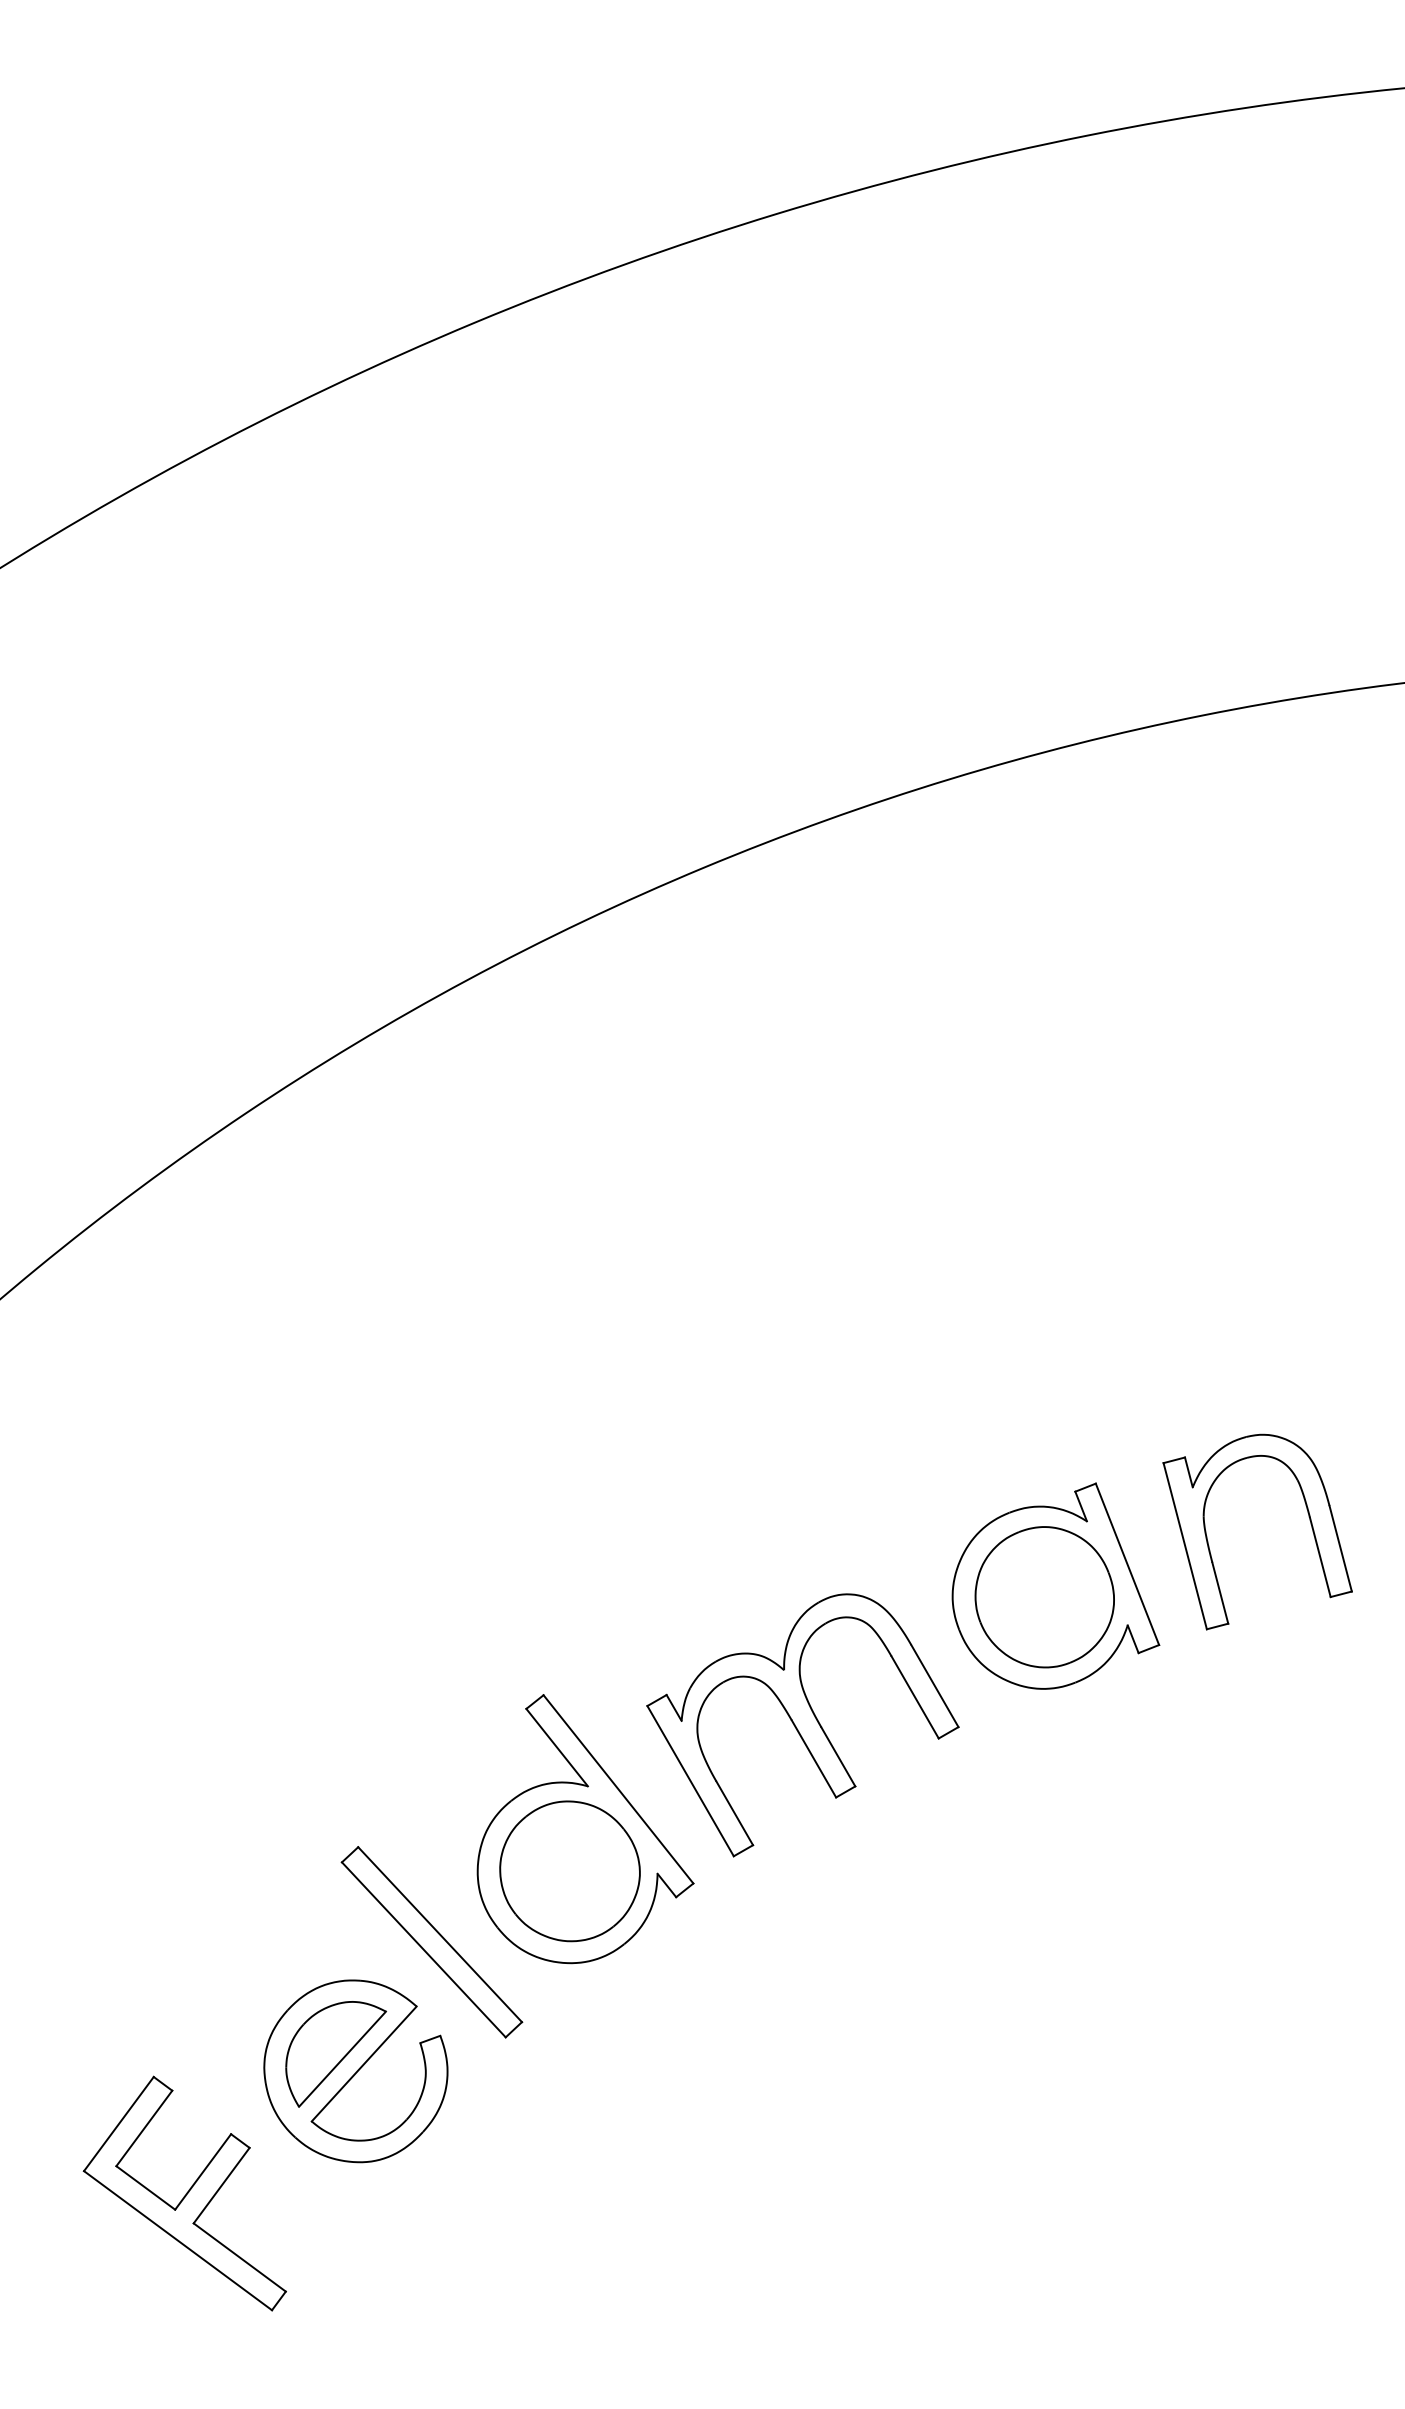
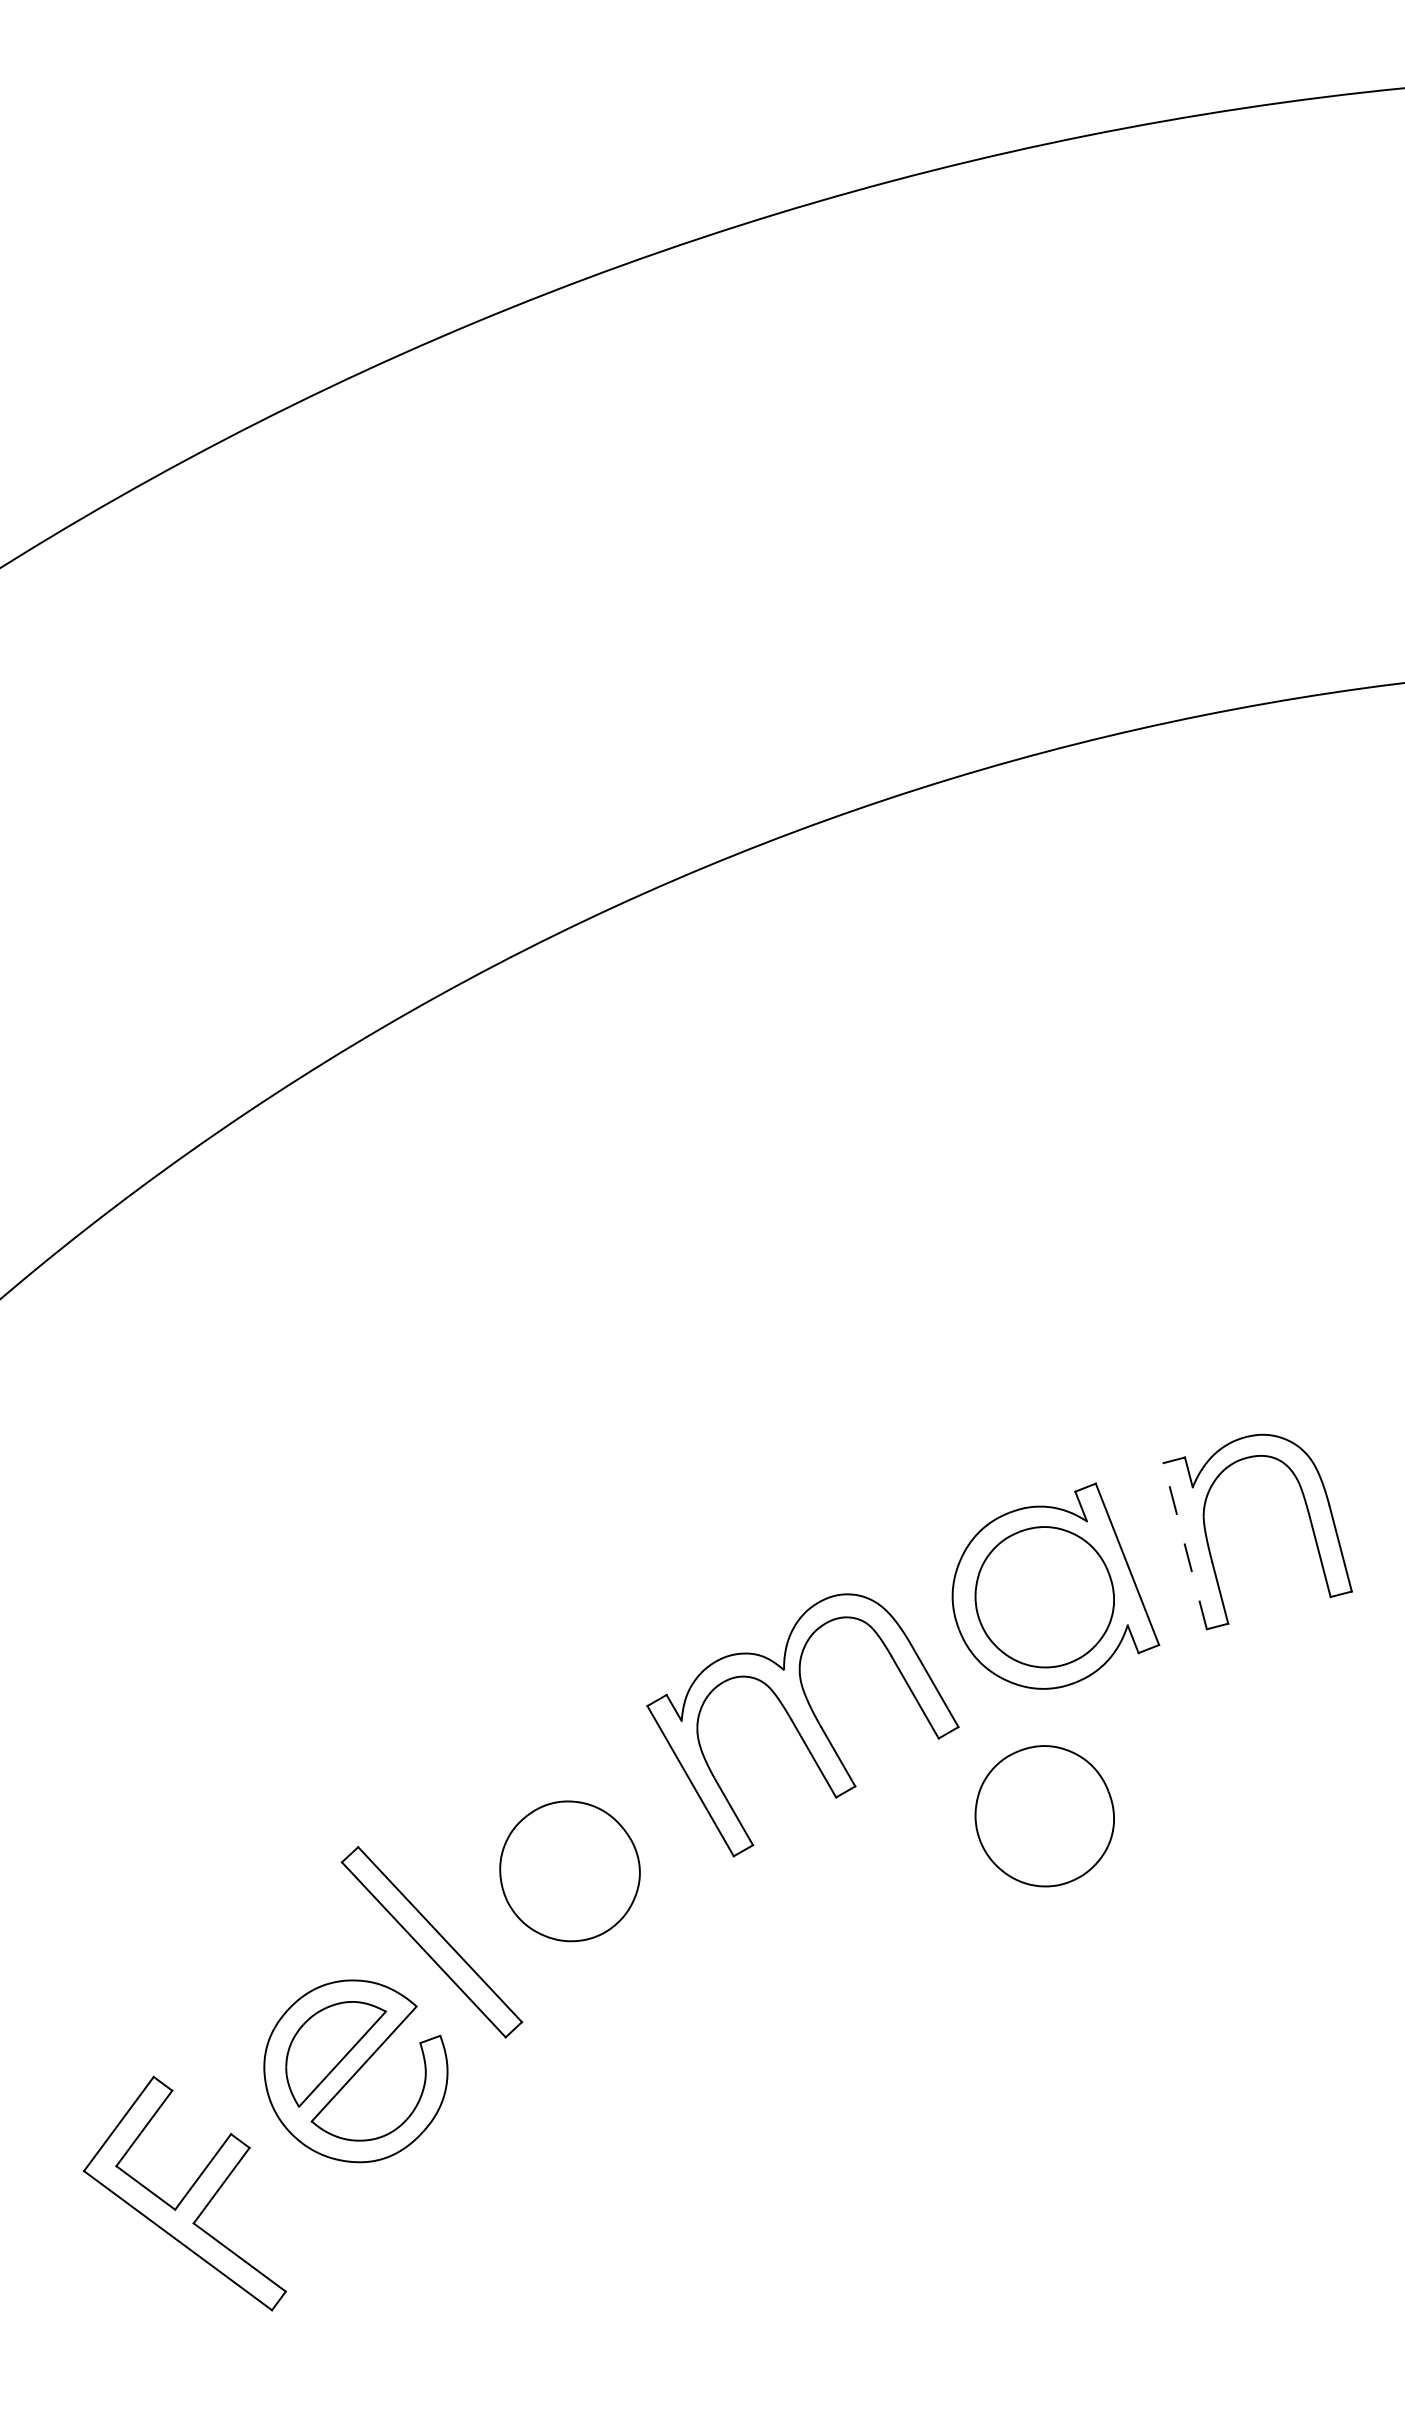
line at (1185, 1546): solid -> dashed
part at (1044, 1816): none -> present
part at (585, 1829): present -> none
